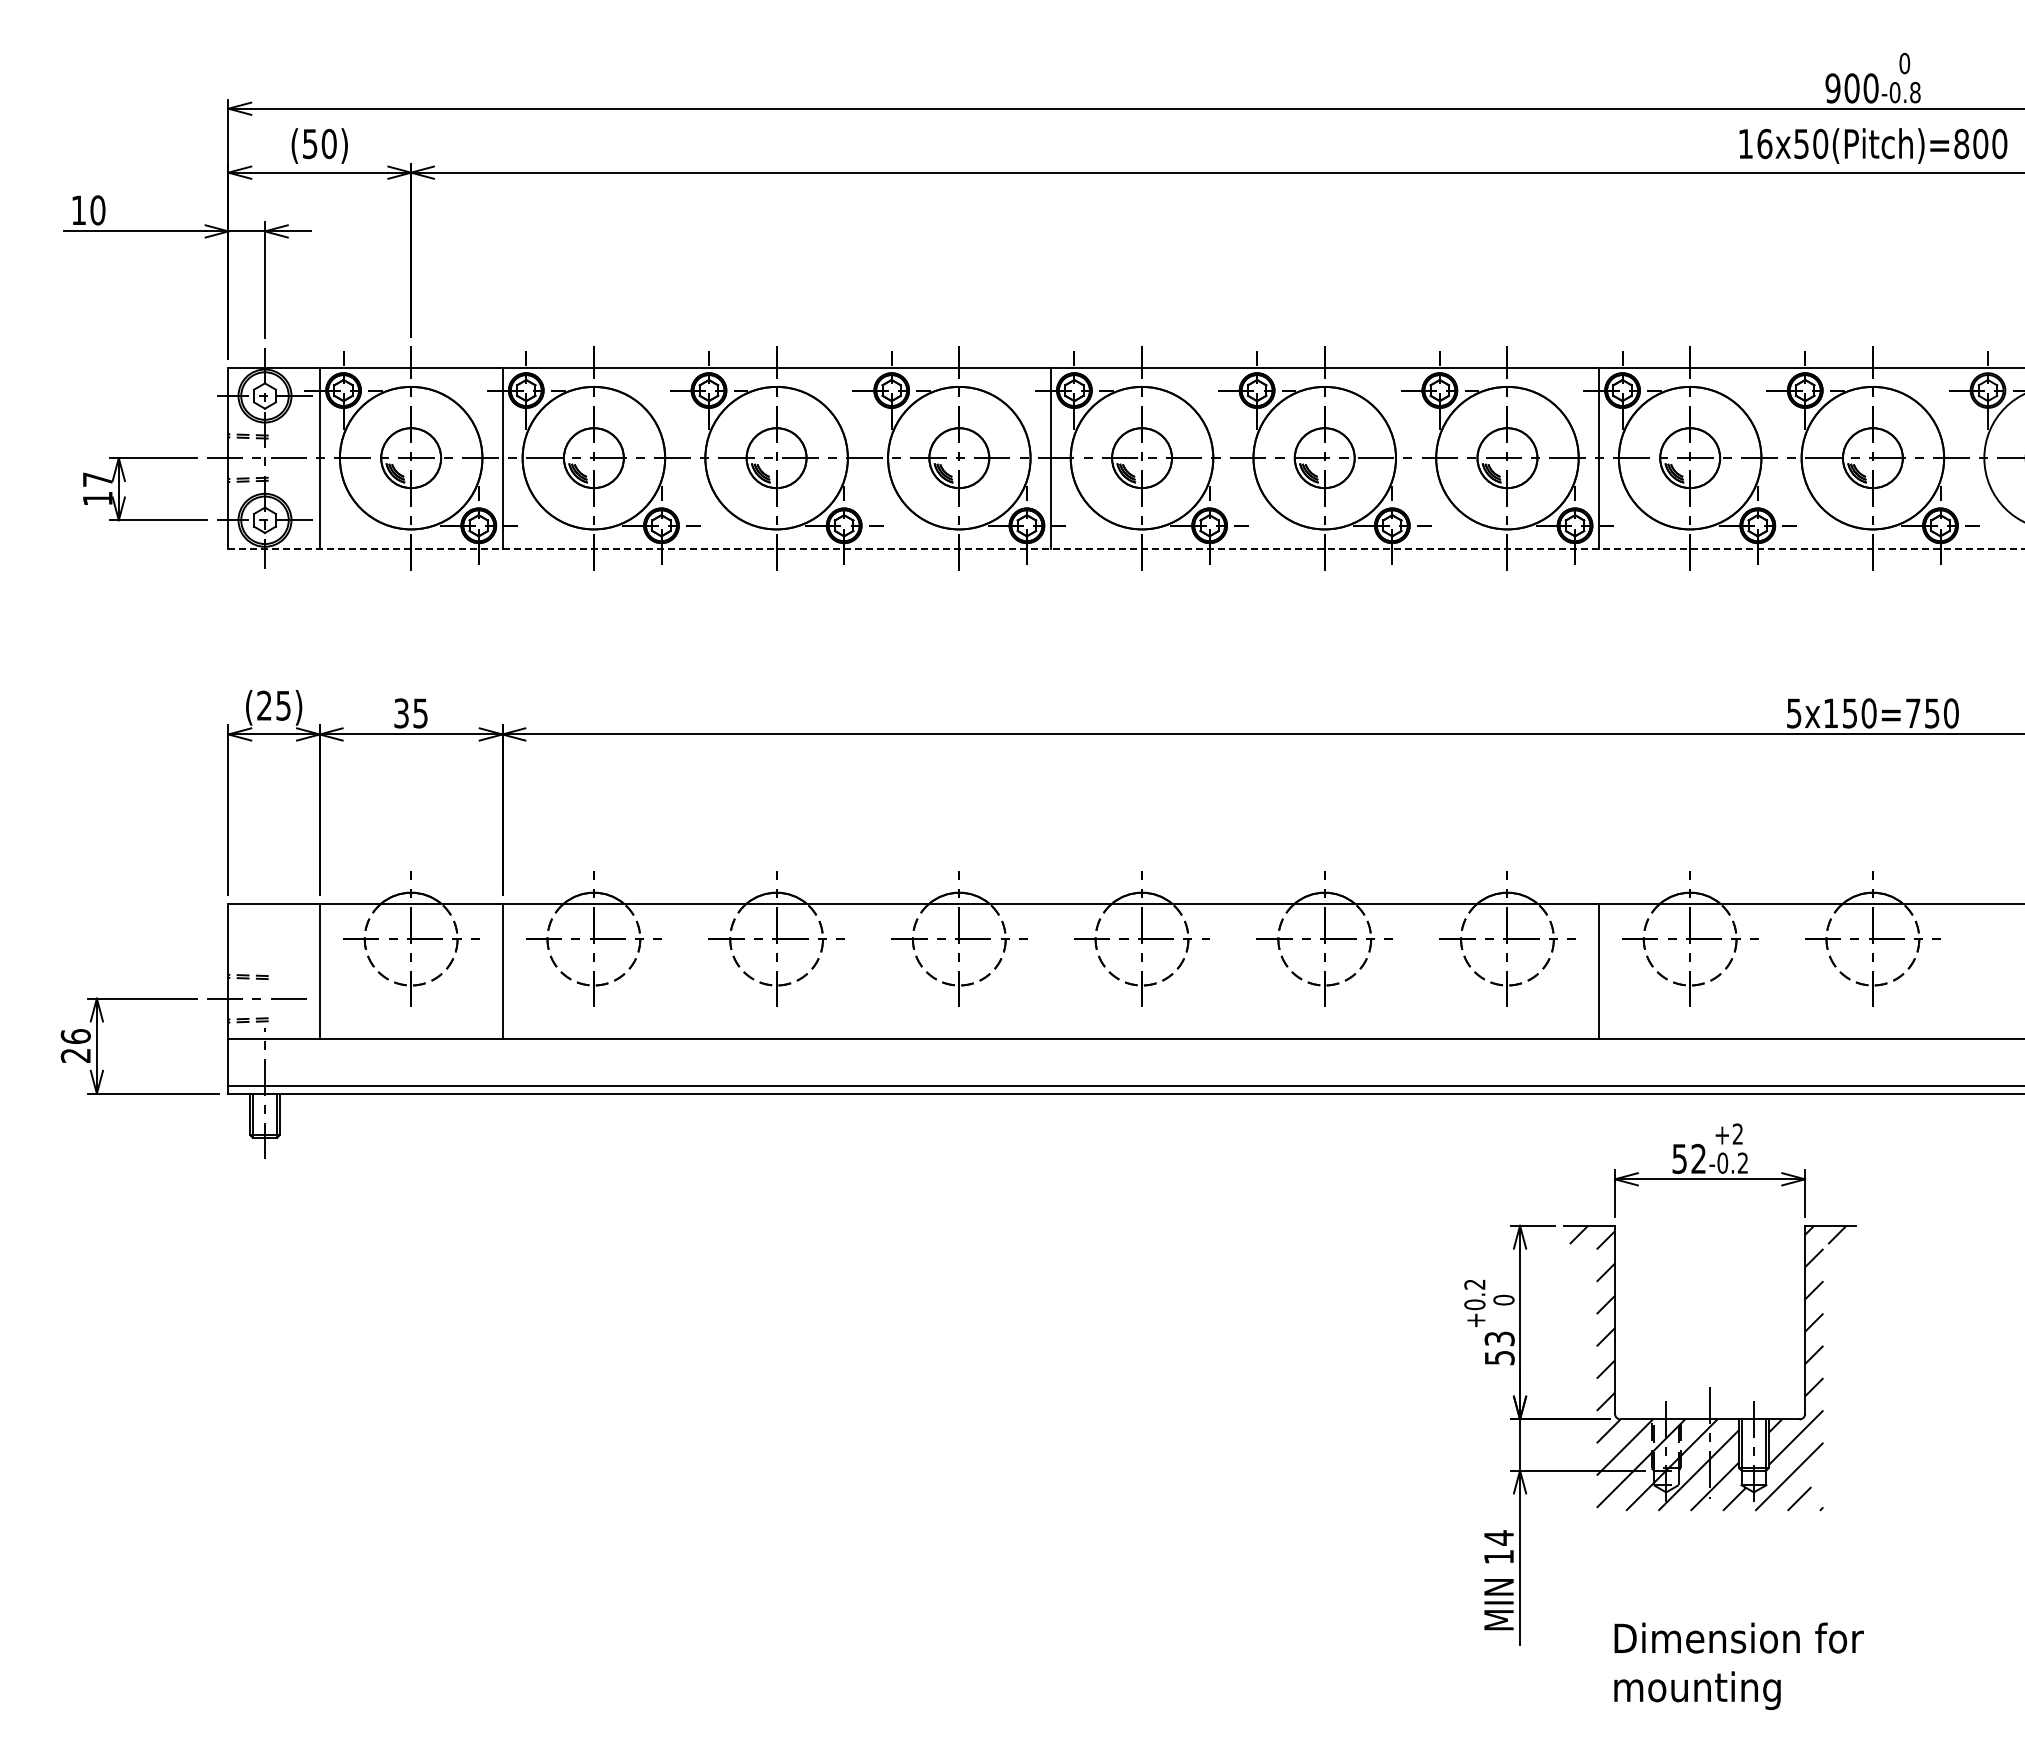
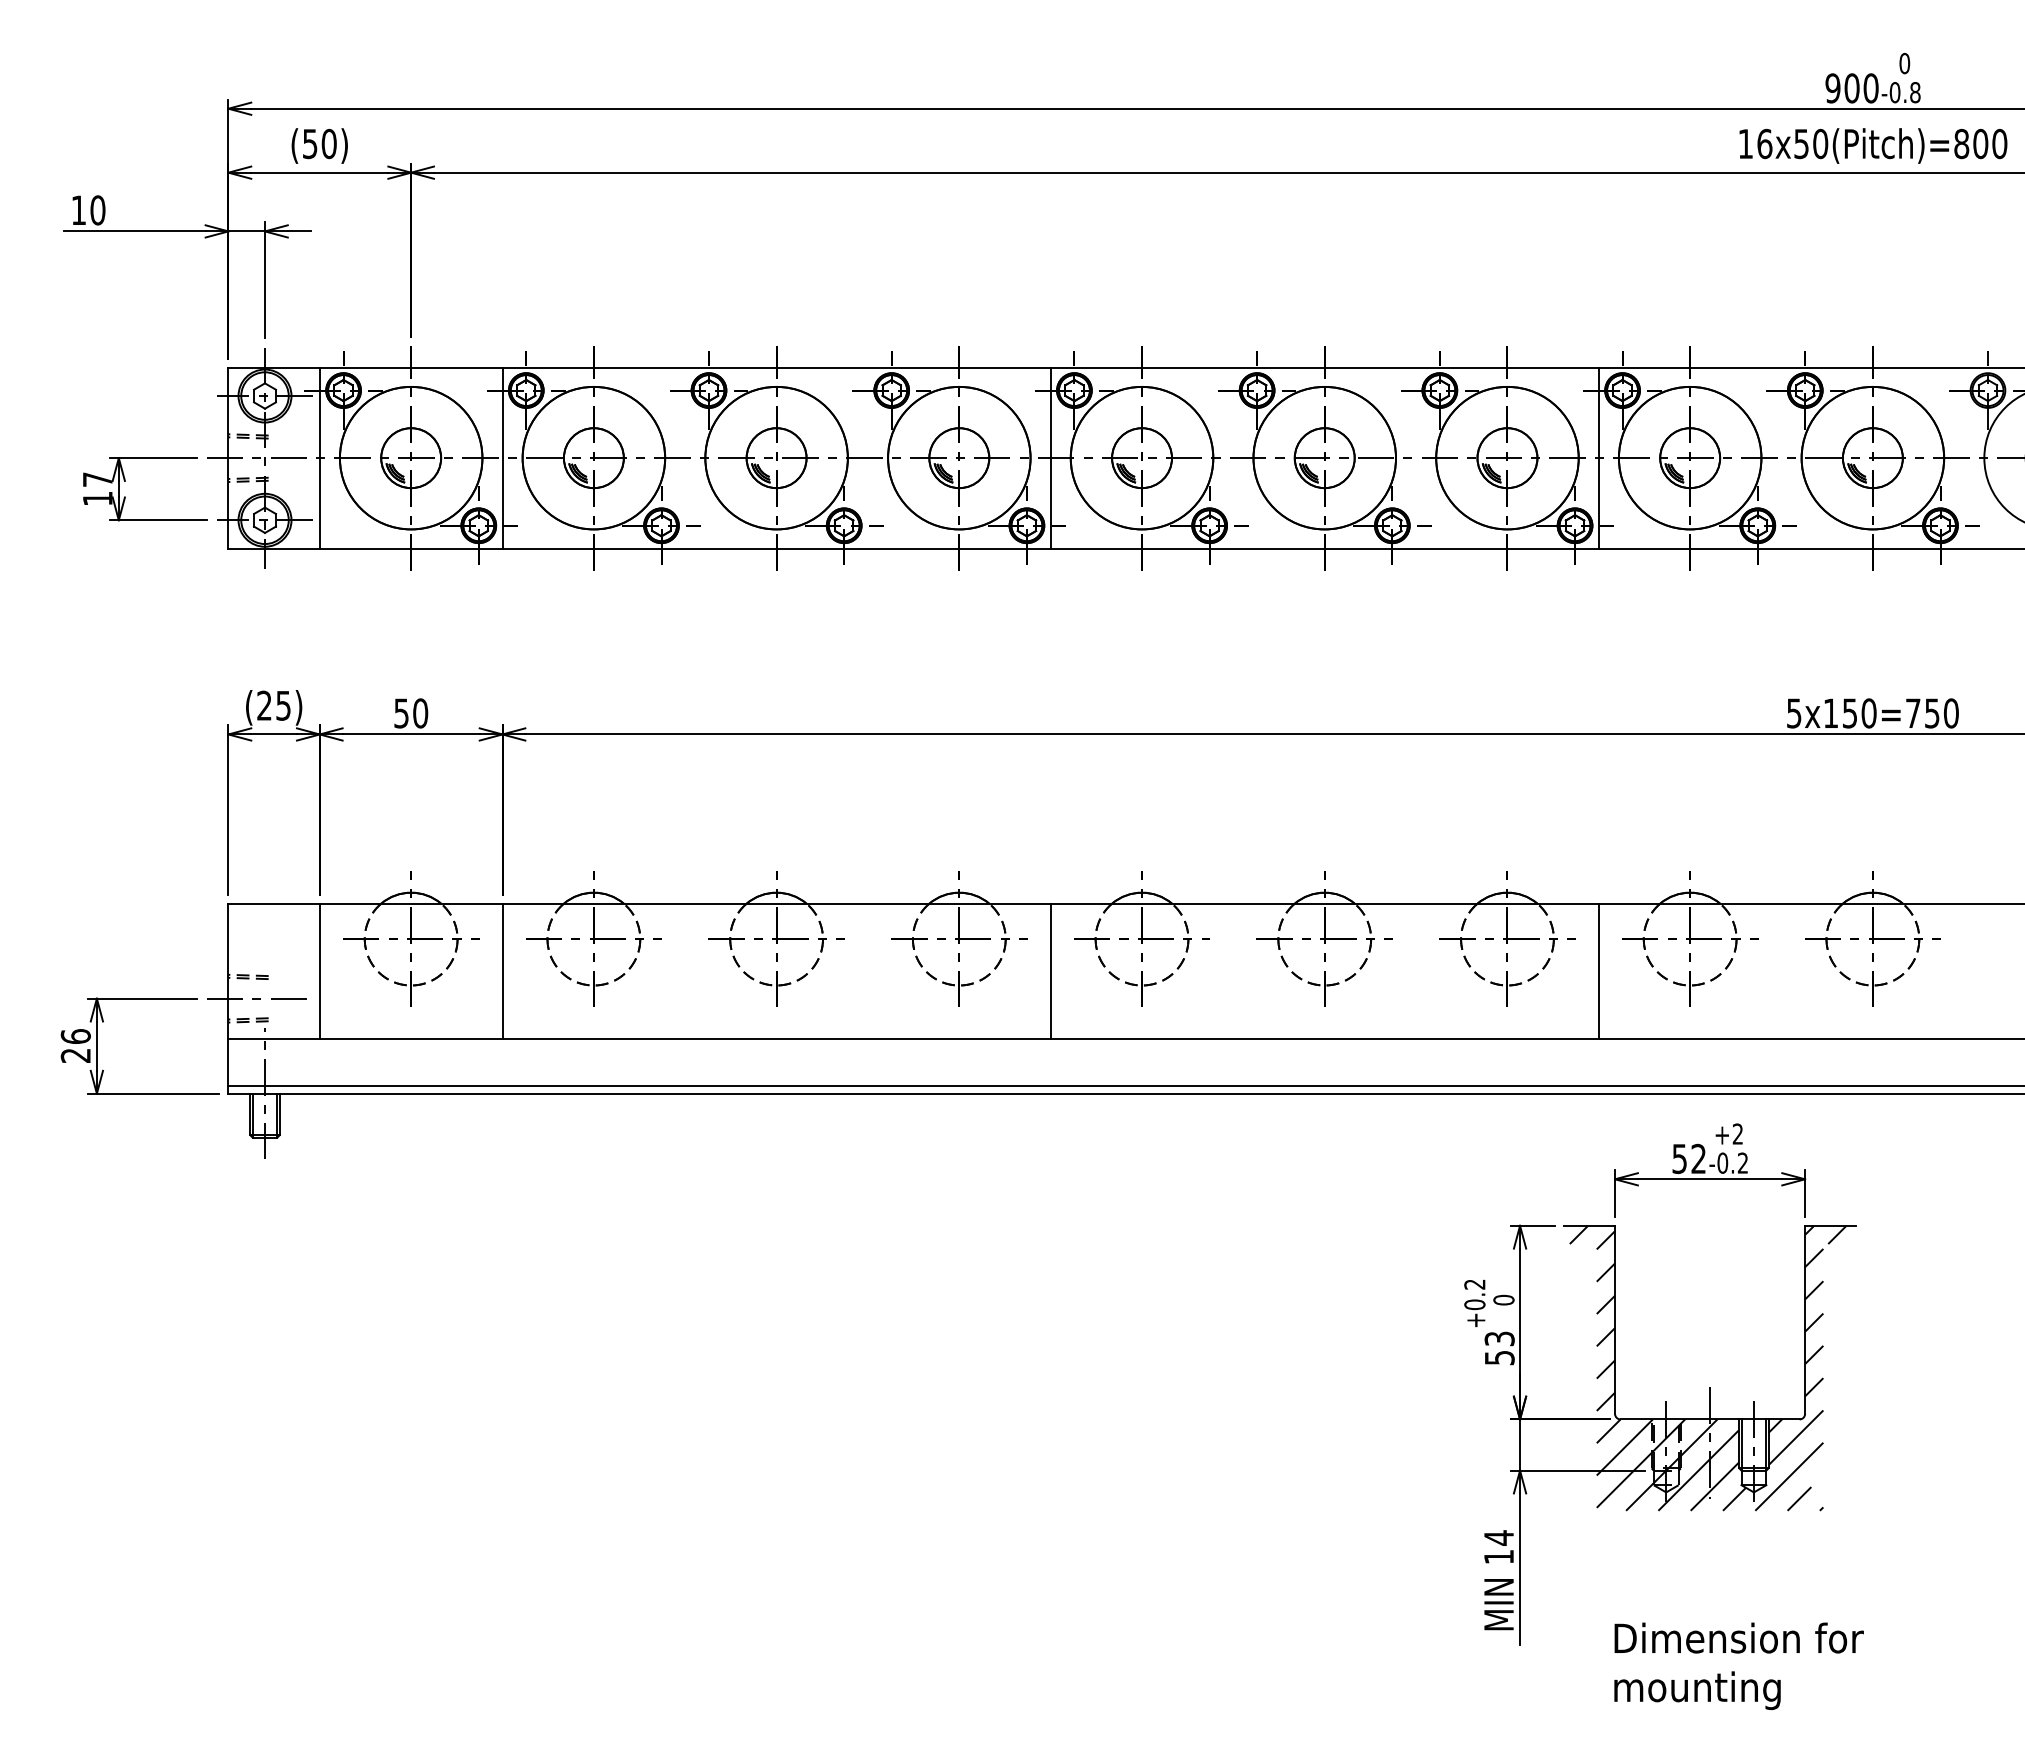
line at (1126, 548): dashed -> solid
text at (411, 713): 35 -> 50
line at (1050, 970): none -> present
